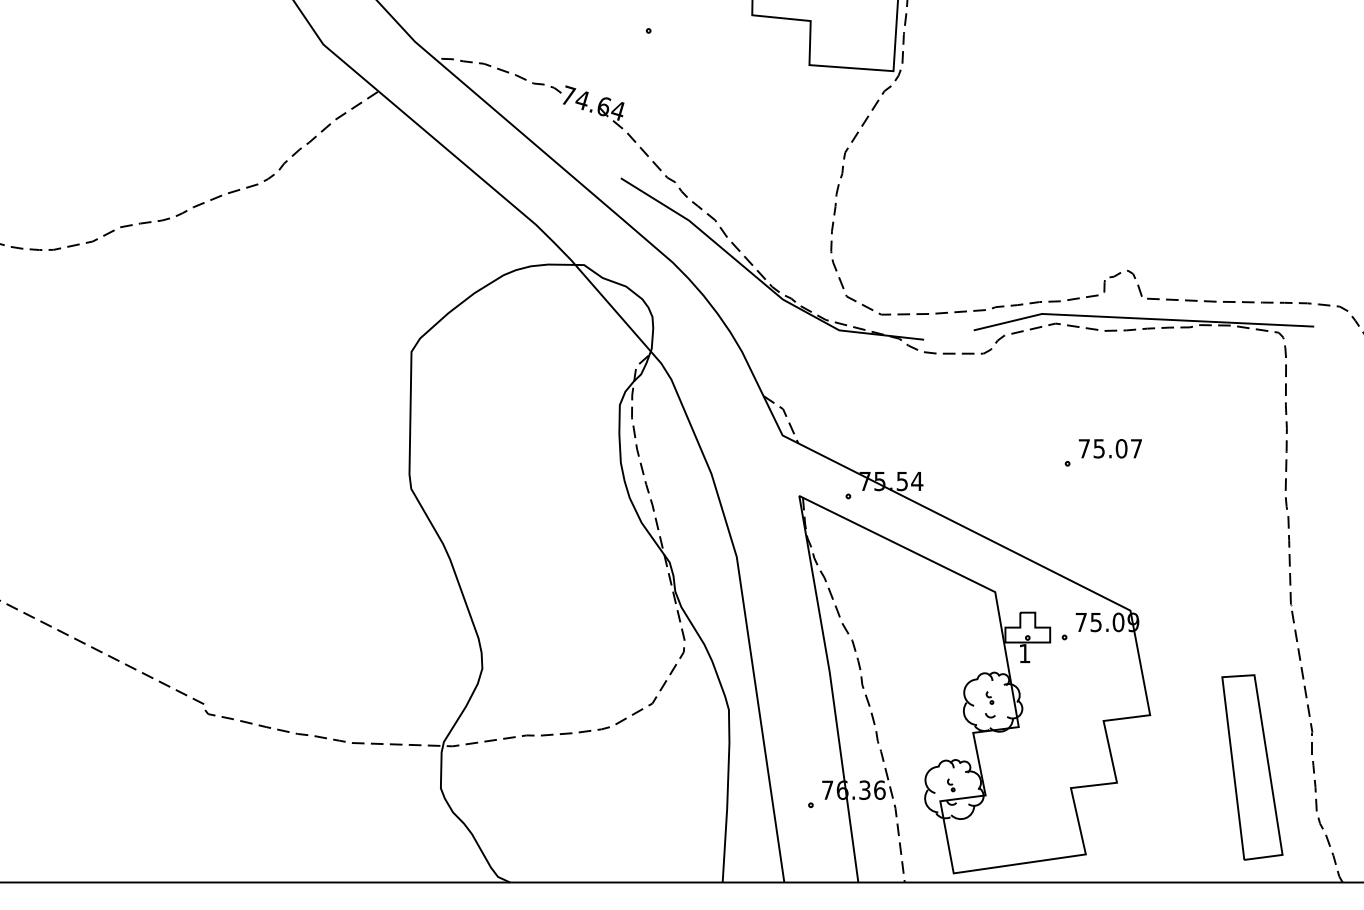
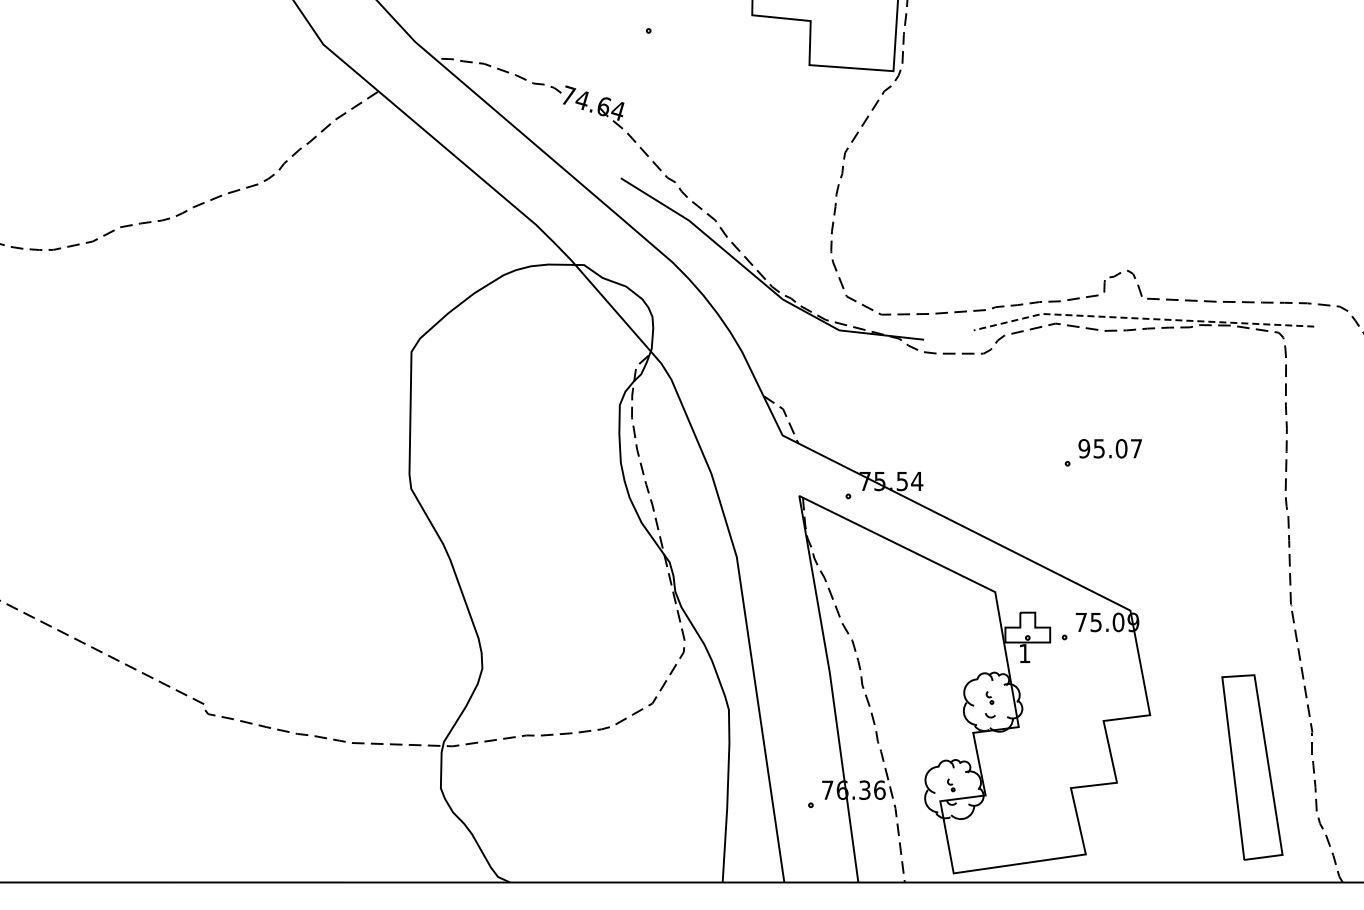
line at (1141, 318): solid -> dashed
text at (1084, 448): 75.07 -> 95.07
